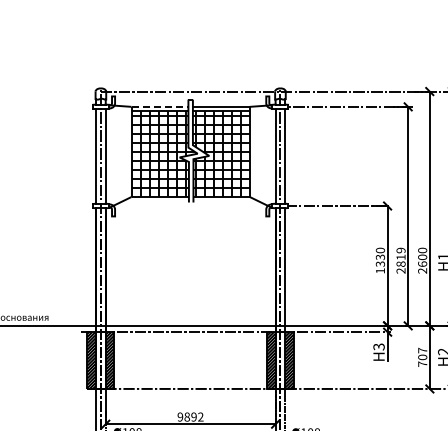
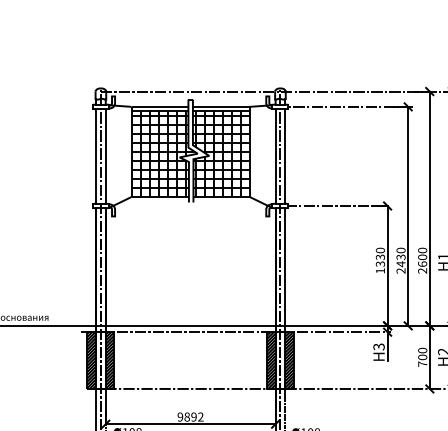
line at (160, 106): dashed -> solid
text at (400, 257): 2819 -> 2430
text at (422, 350): 707 -> 700
